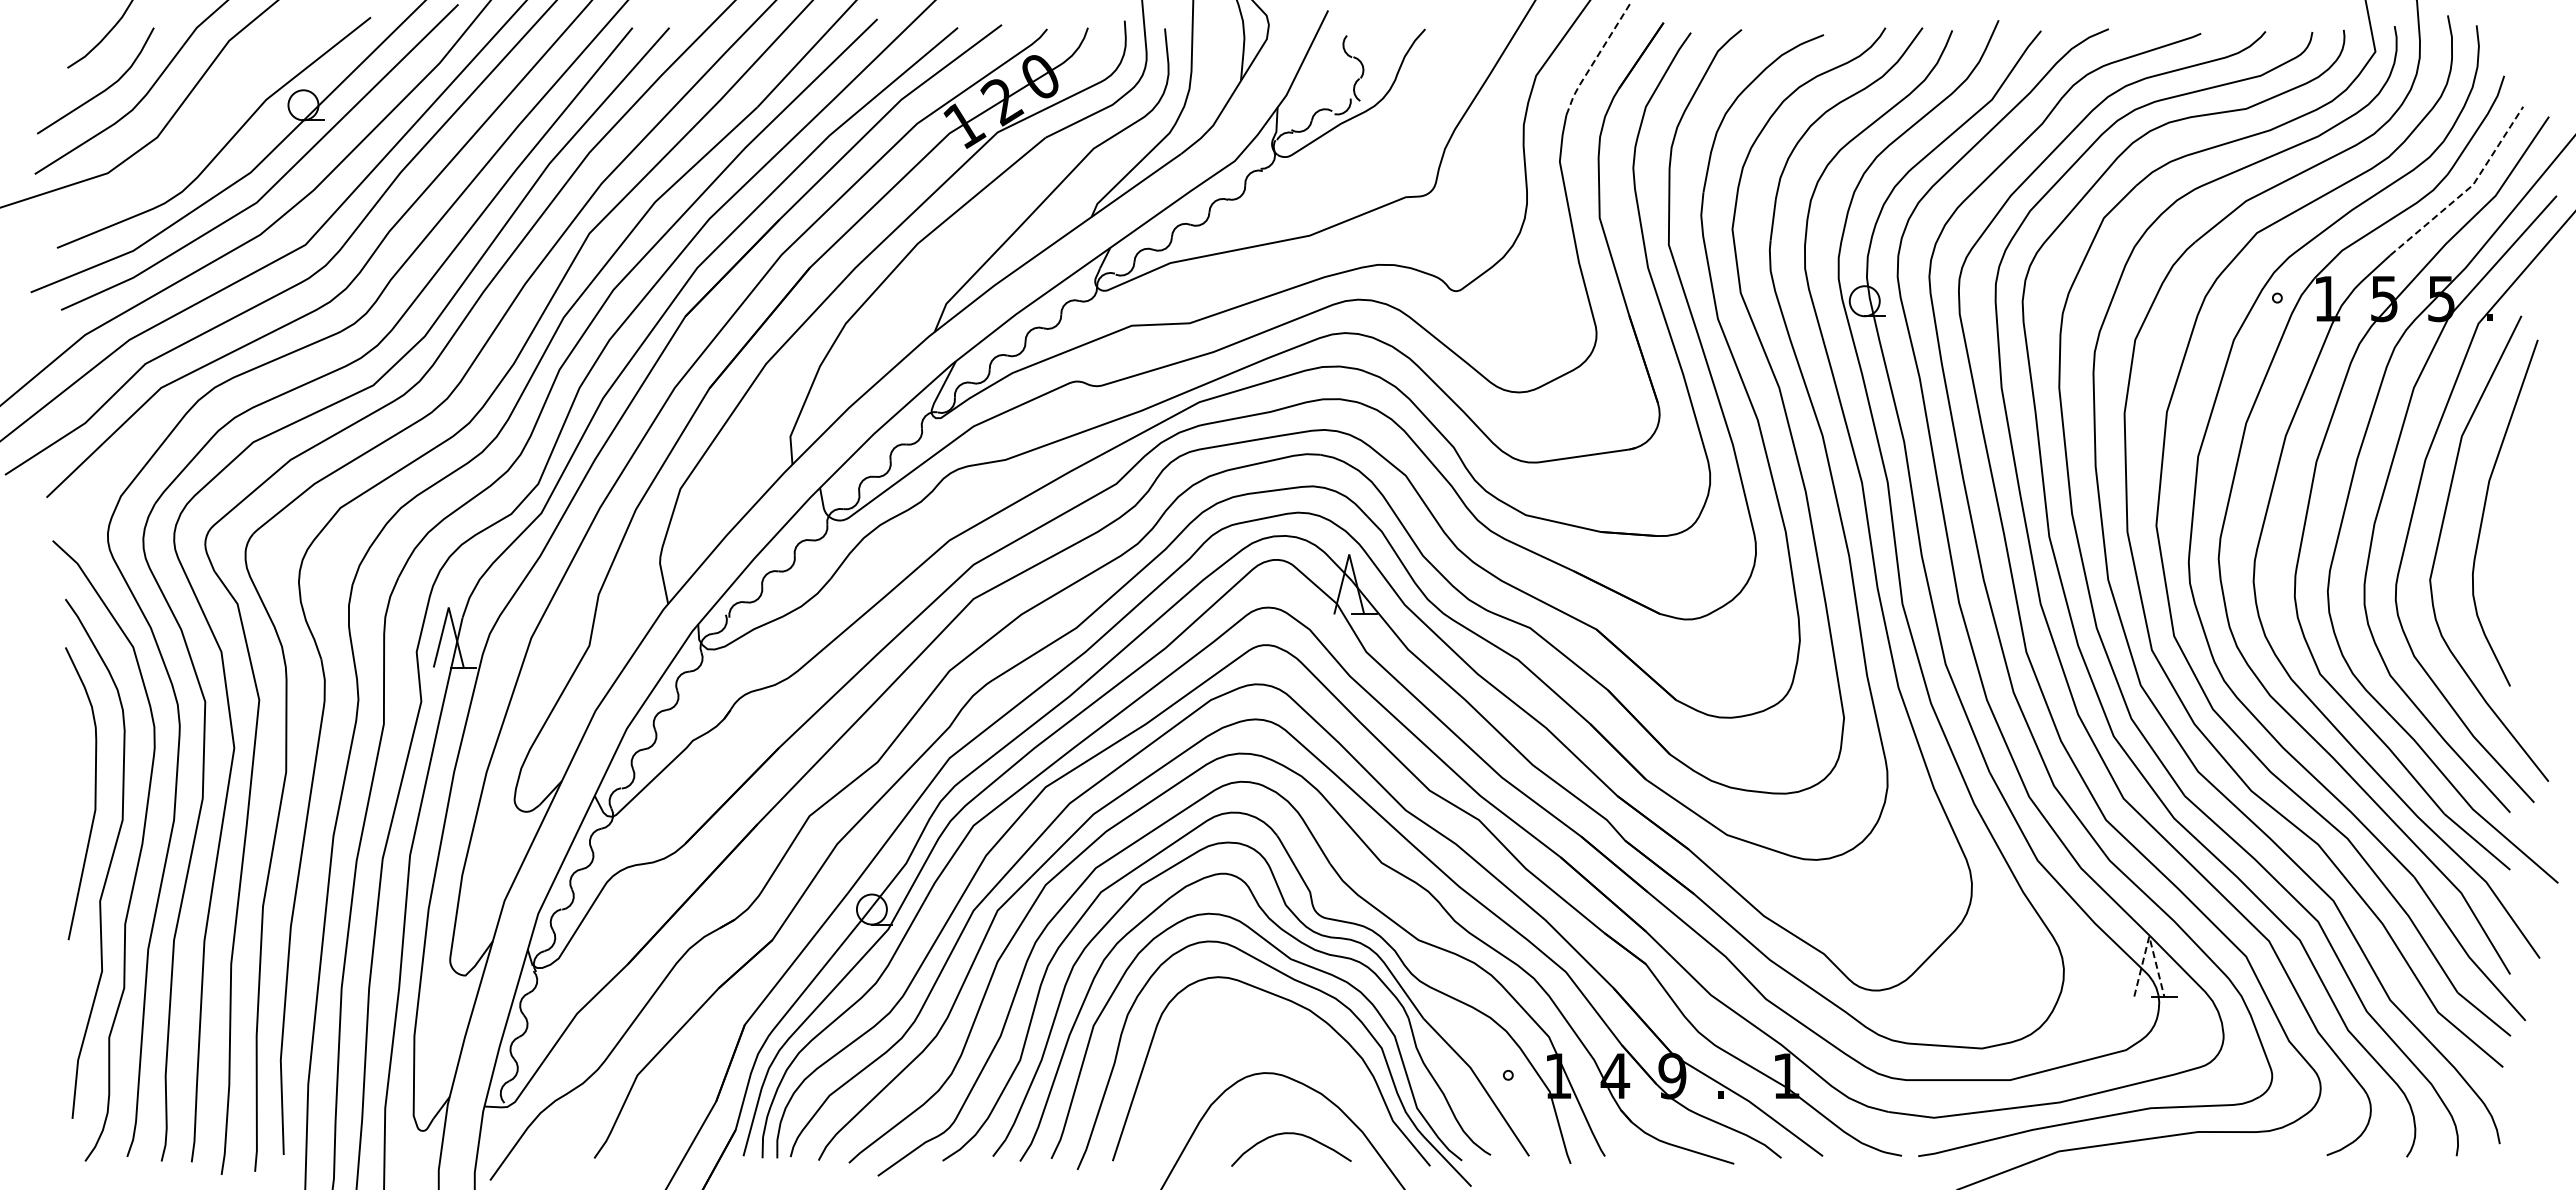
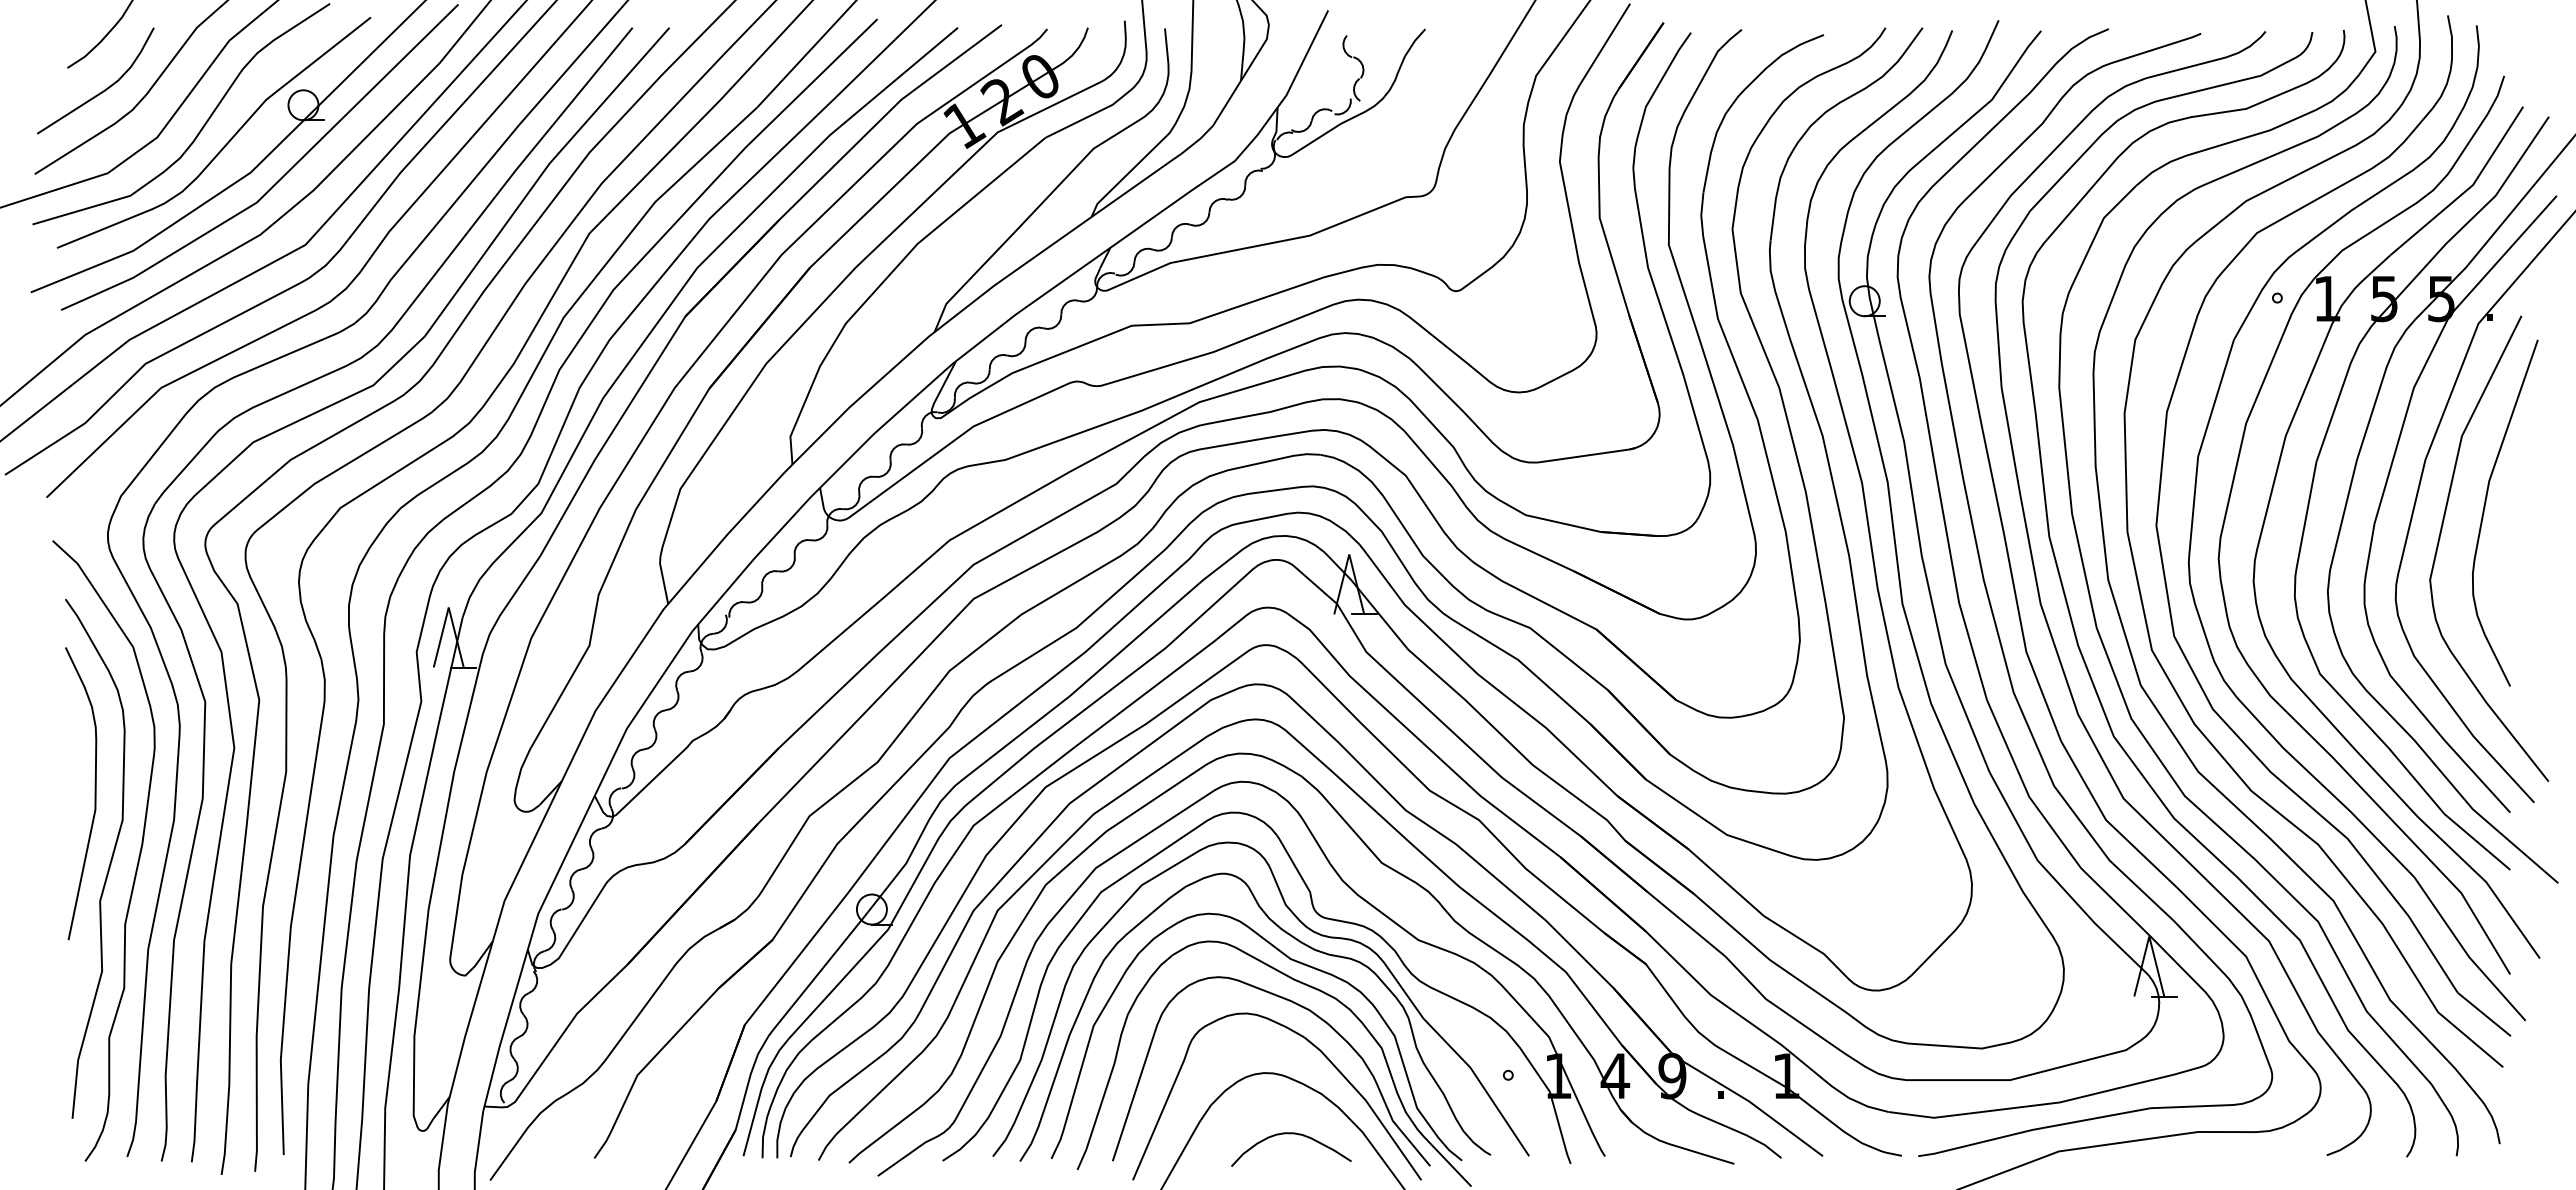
line at (1595, 59): dashed -> solid
curve at (199, 130): none -> present
line at (2467, 189): dashed -> solid
line at (2149, 936): dashed -> solid
part at (1313, 1046): none -> present
